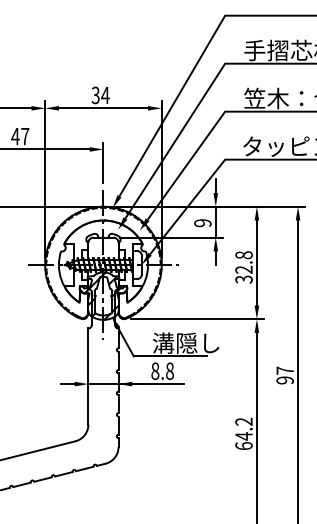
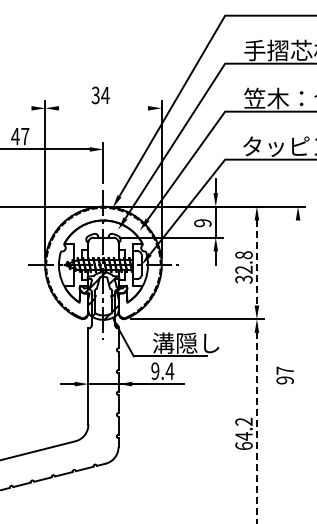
line at (16, 108): present -> none
line at (103, 108): present -> none
line at (256, 263): solid -> dashed
text at (162, 370): 8.8 -> 9.4
line at (298, 370): present -> none
line at (256, 427): solid -> dashed
